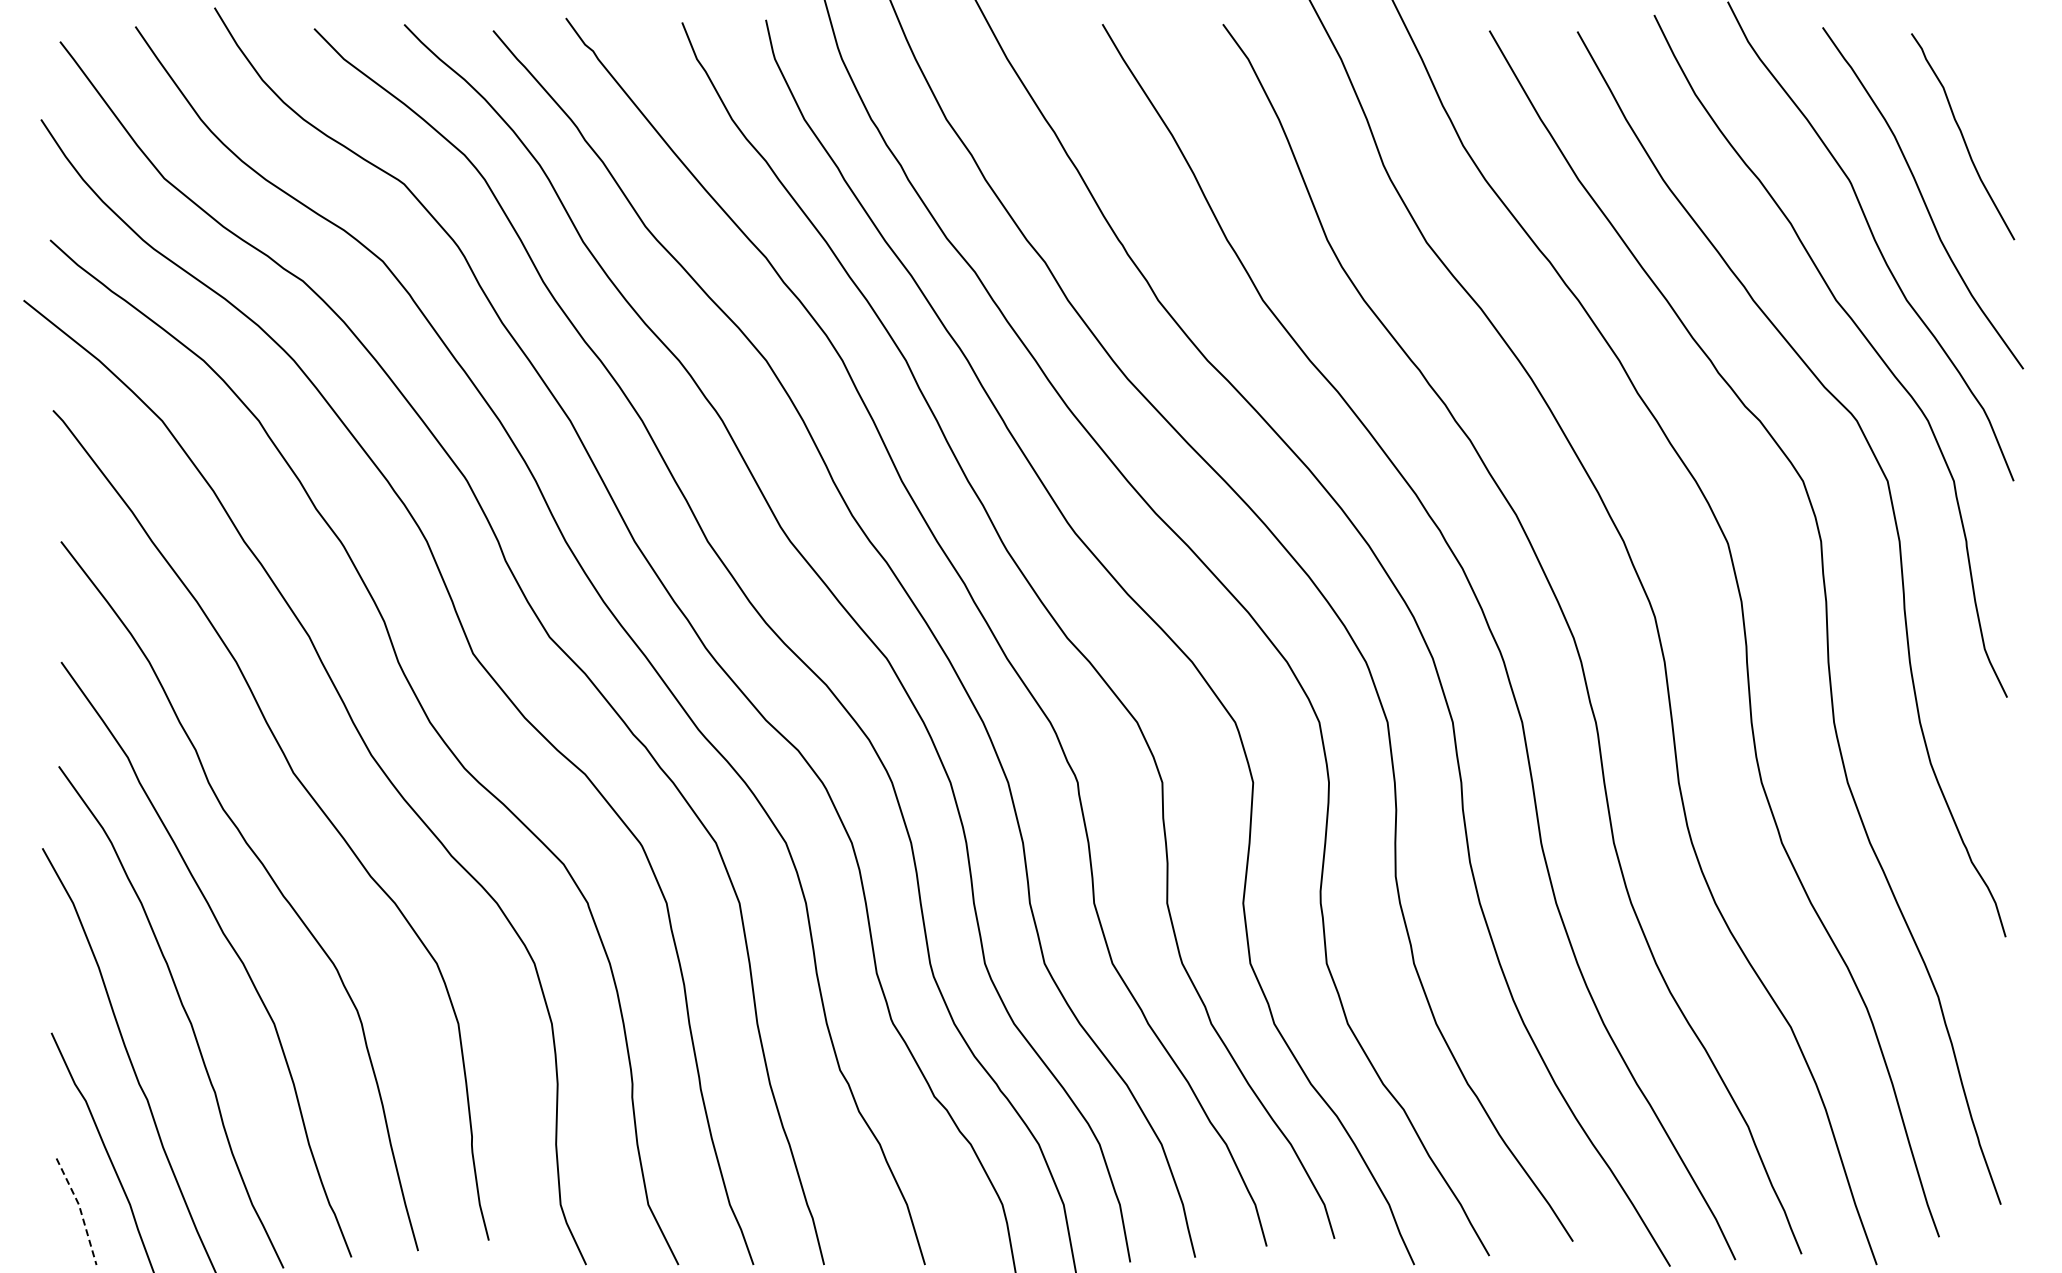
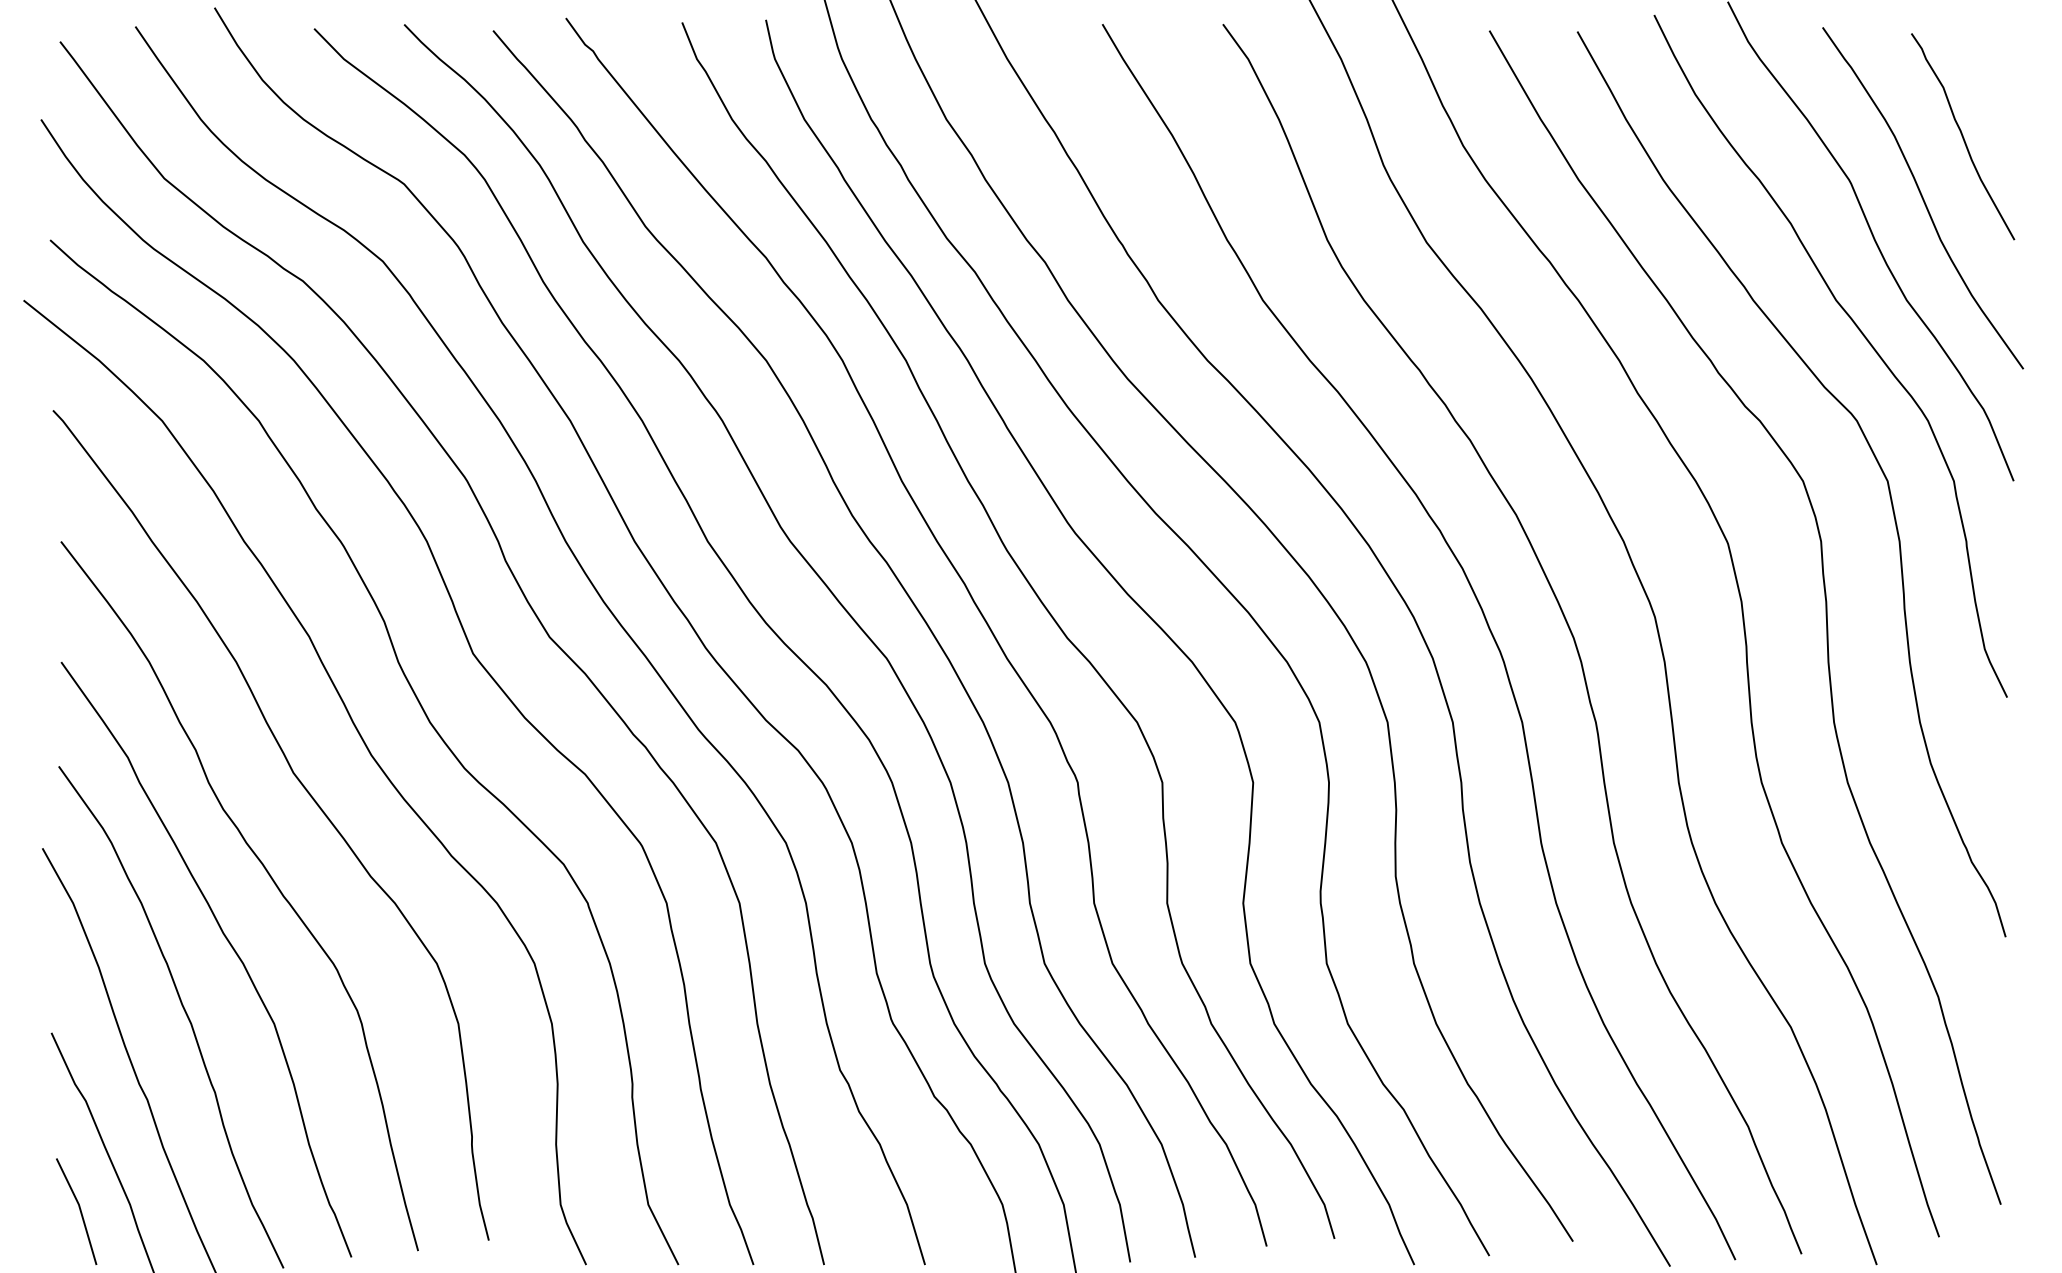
line at (80, 1209): dashed -> solid
